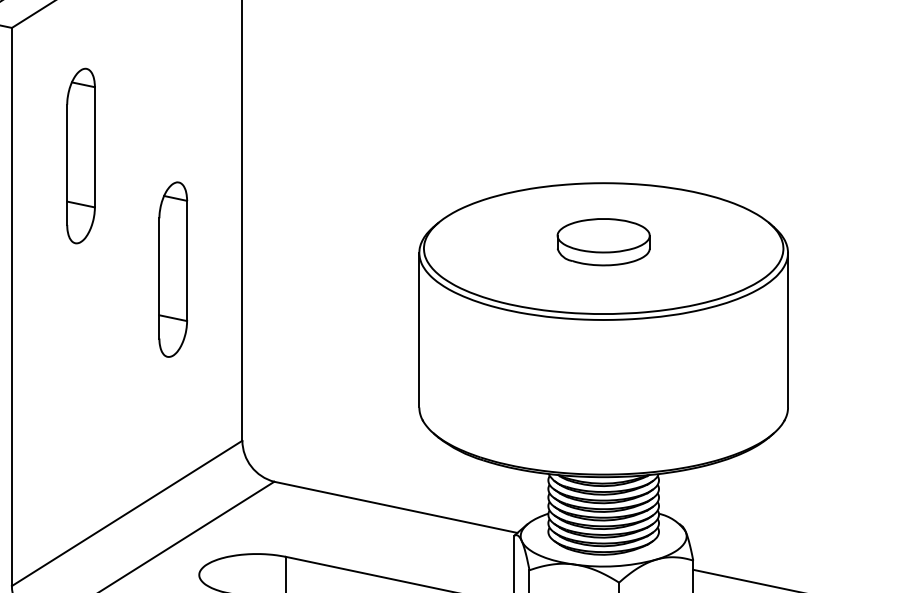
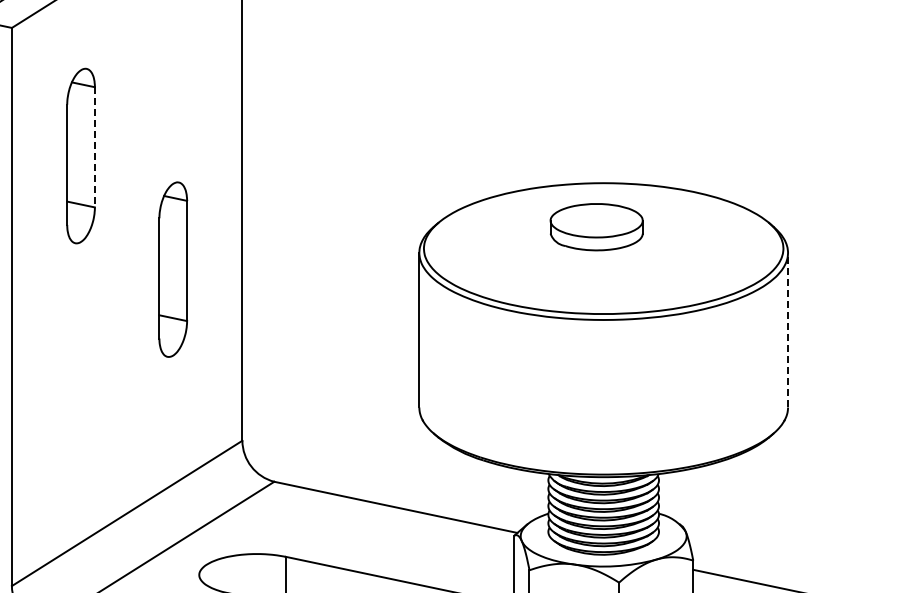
line at (94, 147): solid -> dashed
part at (603, 242) position: (603, 242) -> (596, 227)
line at (788, 329): solid -> dashed
